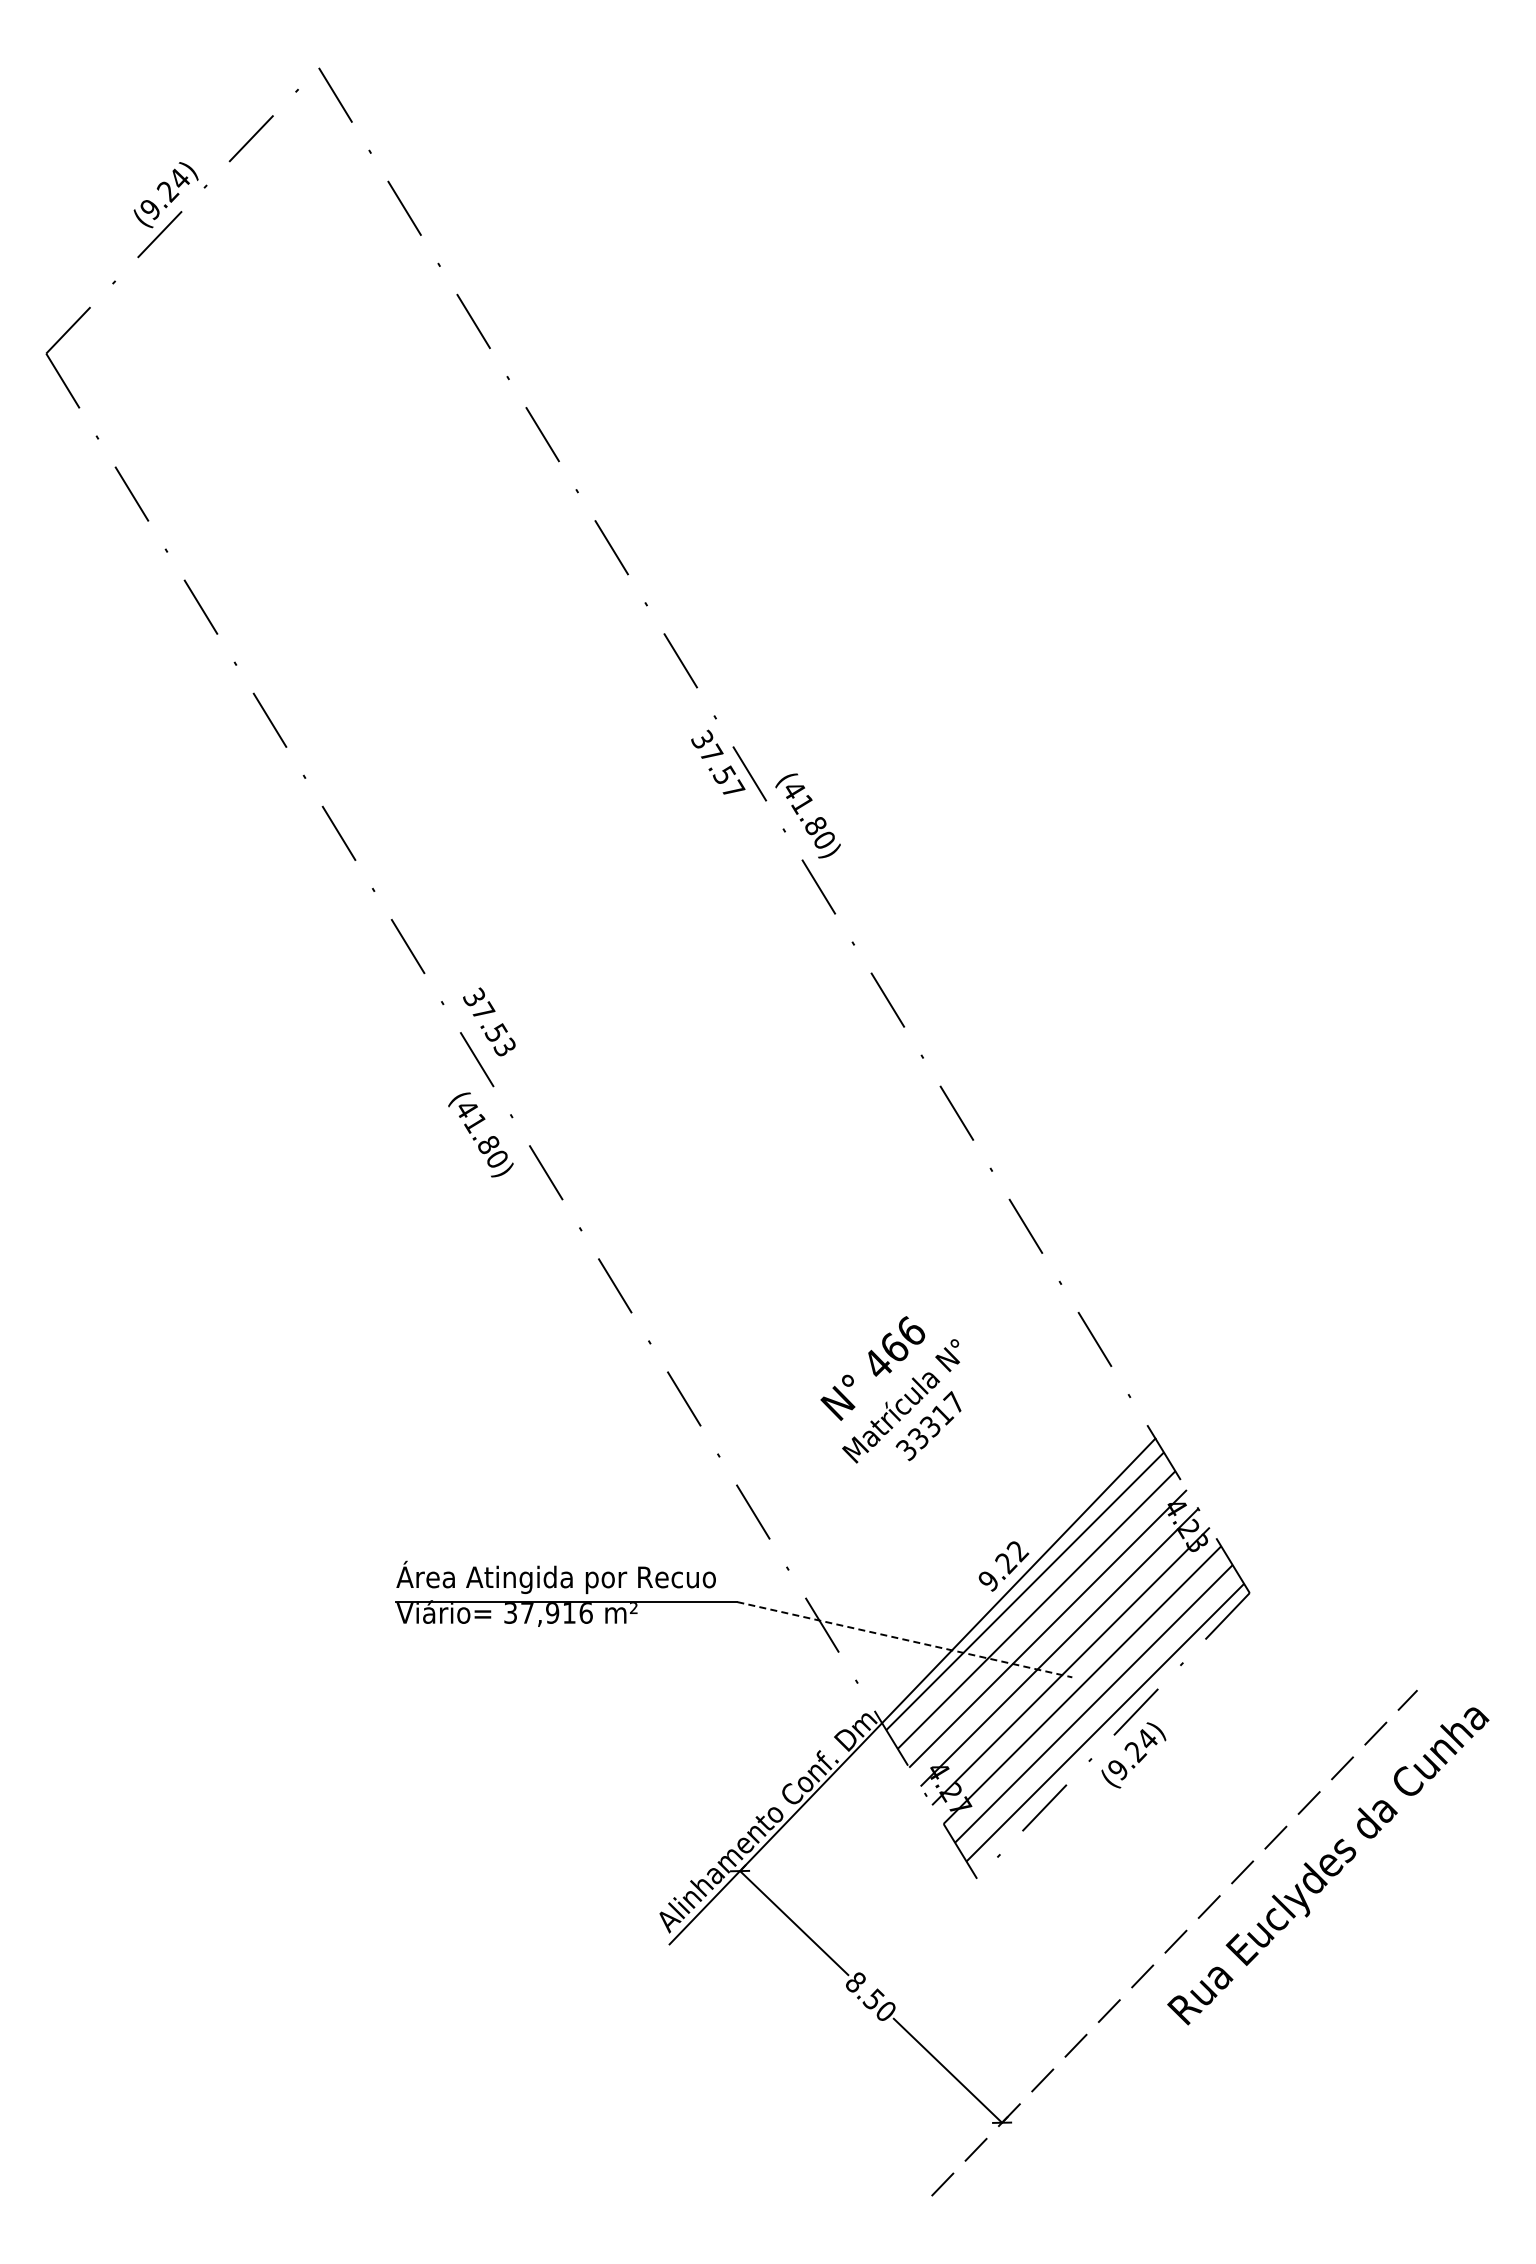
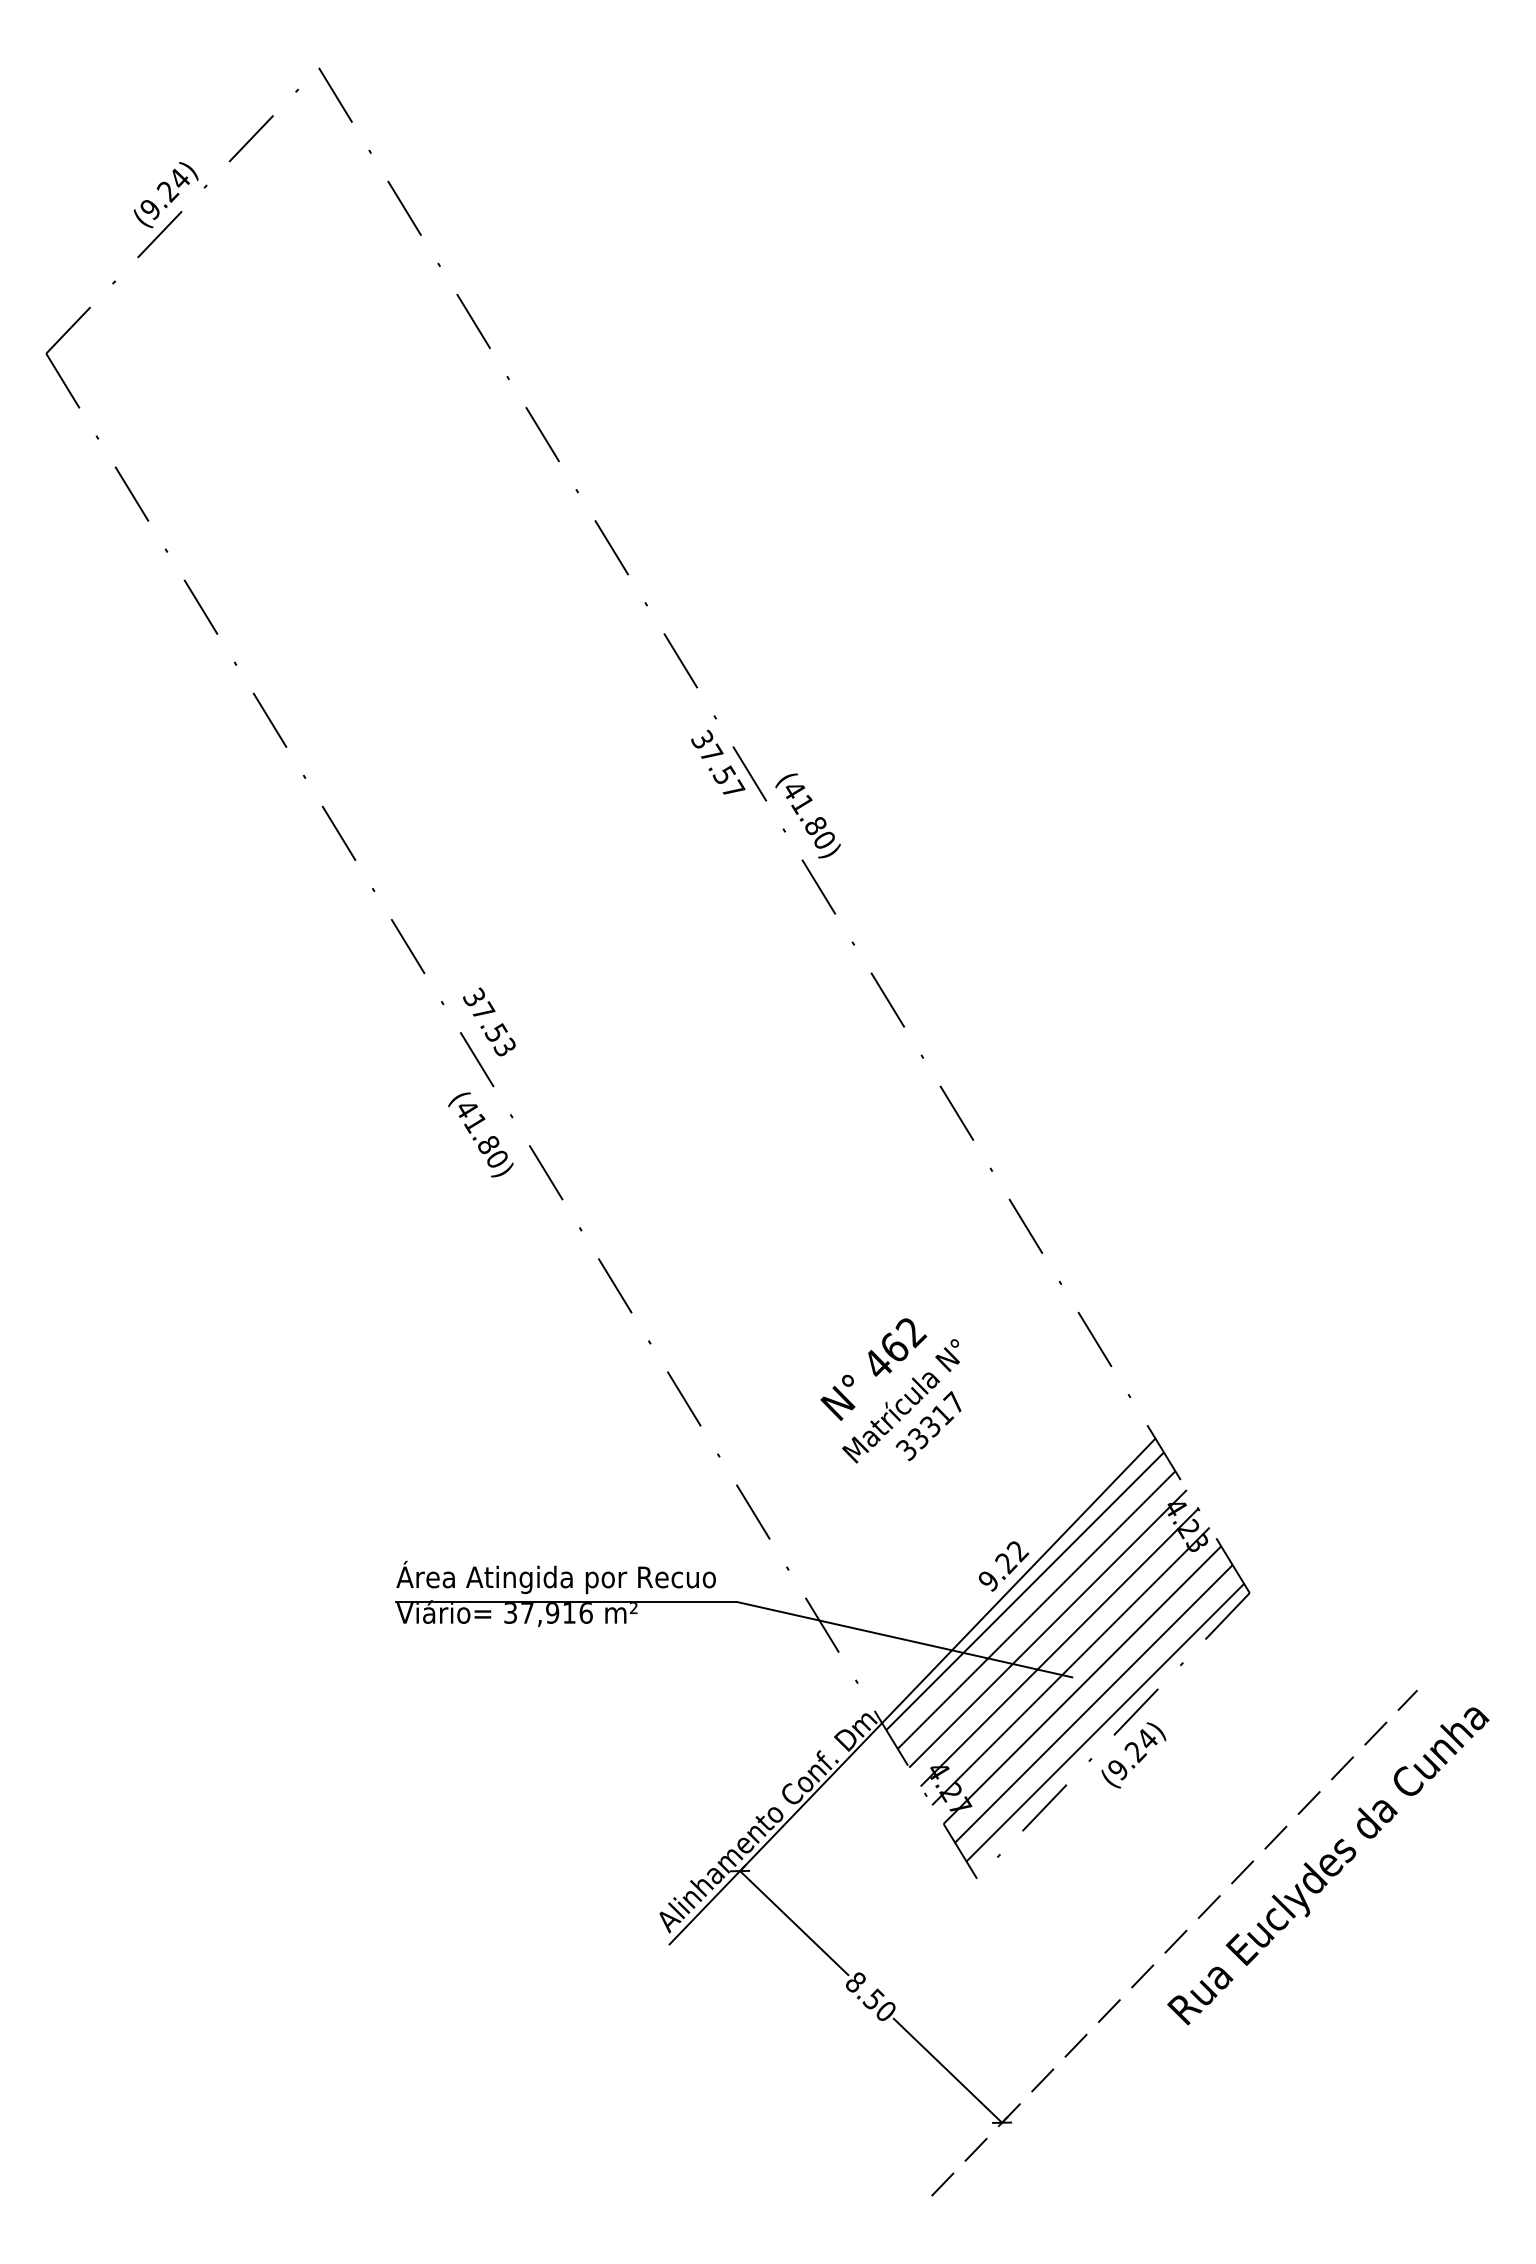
text at (911, 1332): 466 -> 462
line at (904, 1639): dashed -> solid
